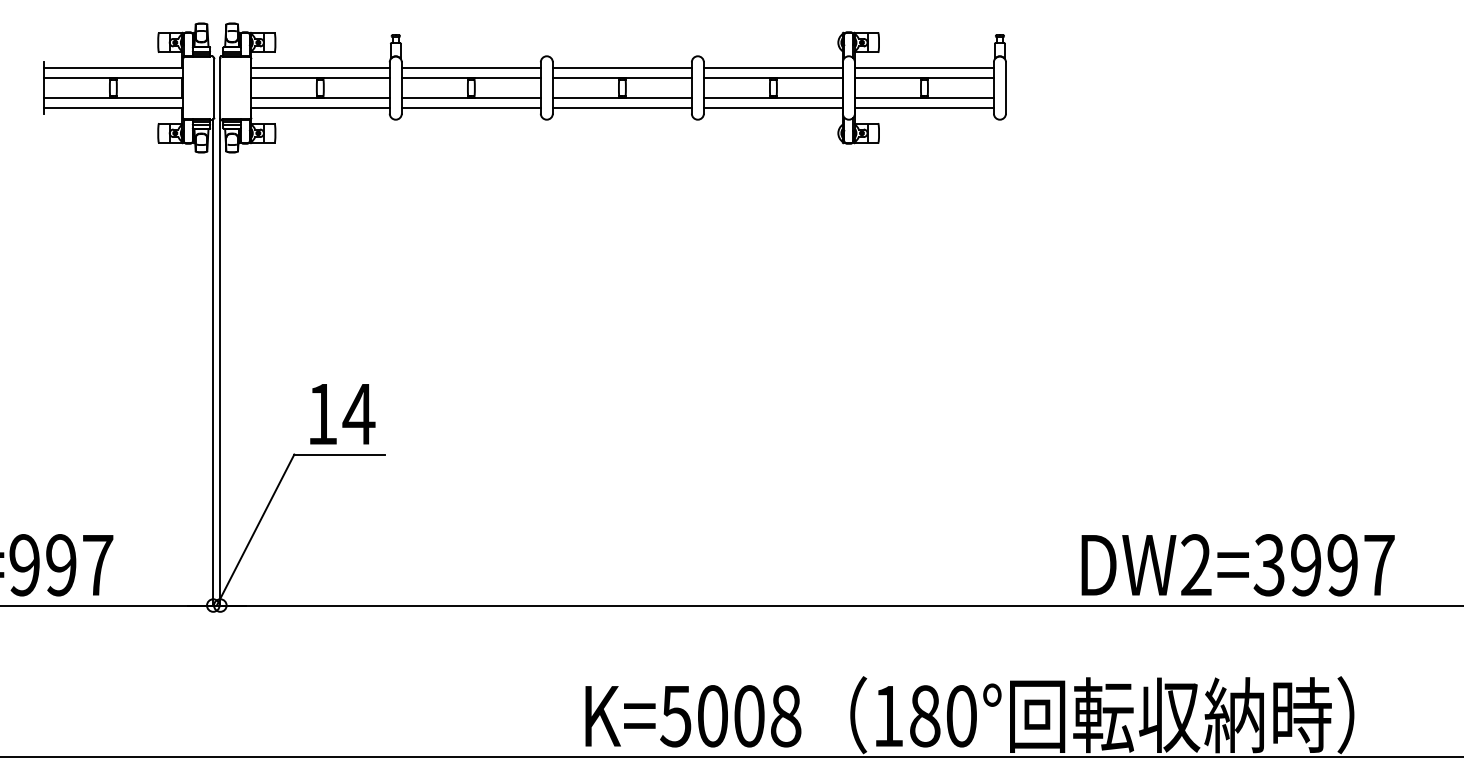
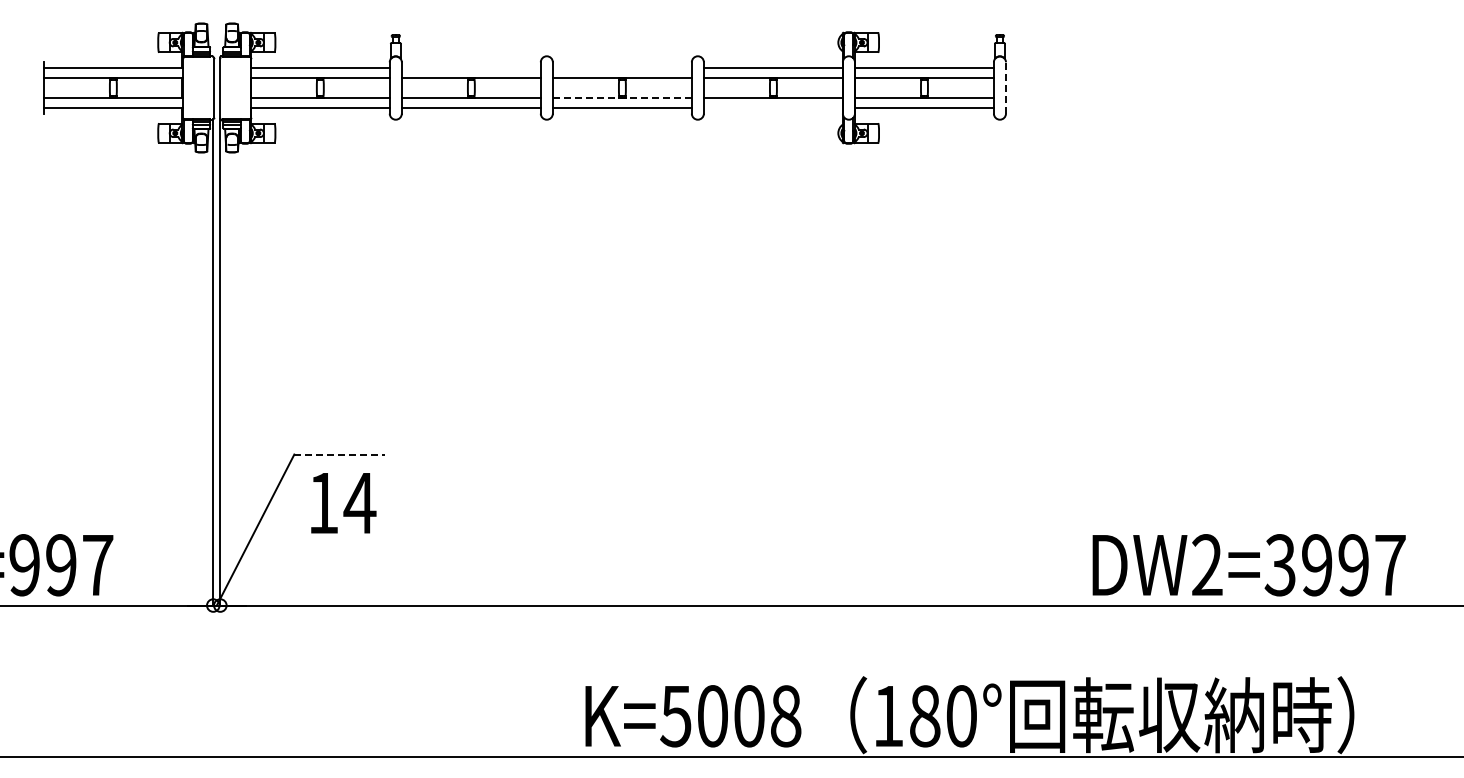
line at (470, 67): present -> none
line at (621, 67): present -> none
line at (1005, 88): solid -> dashed
line at (622, 98): solid -> dashed
line at (772, 108): present -> none
text at (342, 414) position: (342, 414) -> (343, 503)
line at (339, 454): solid -> dashed
text at (1237, 565) position: (1237, 565) -> (1248, 565)
